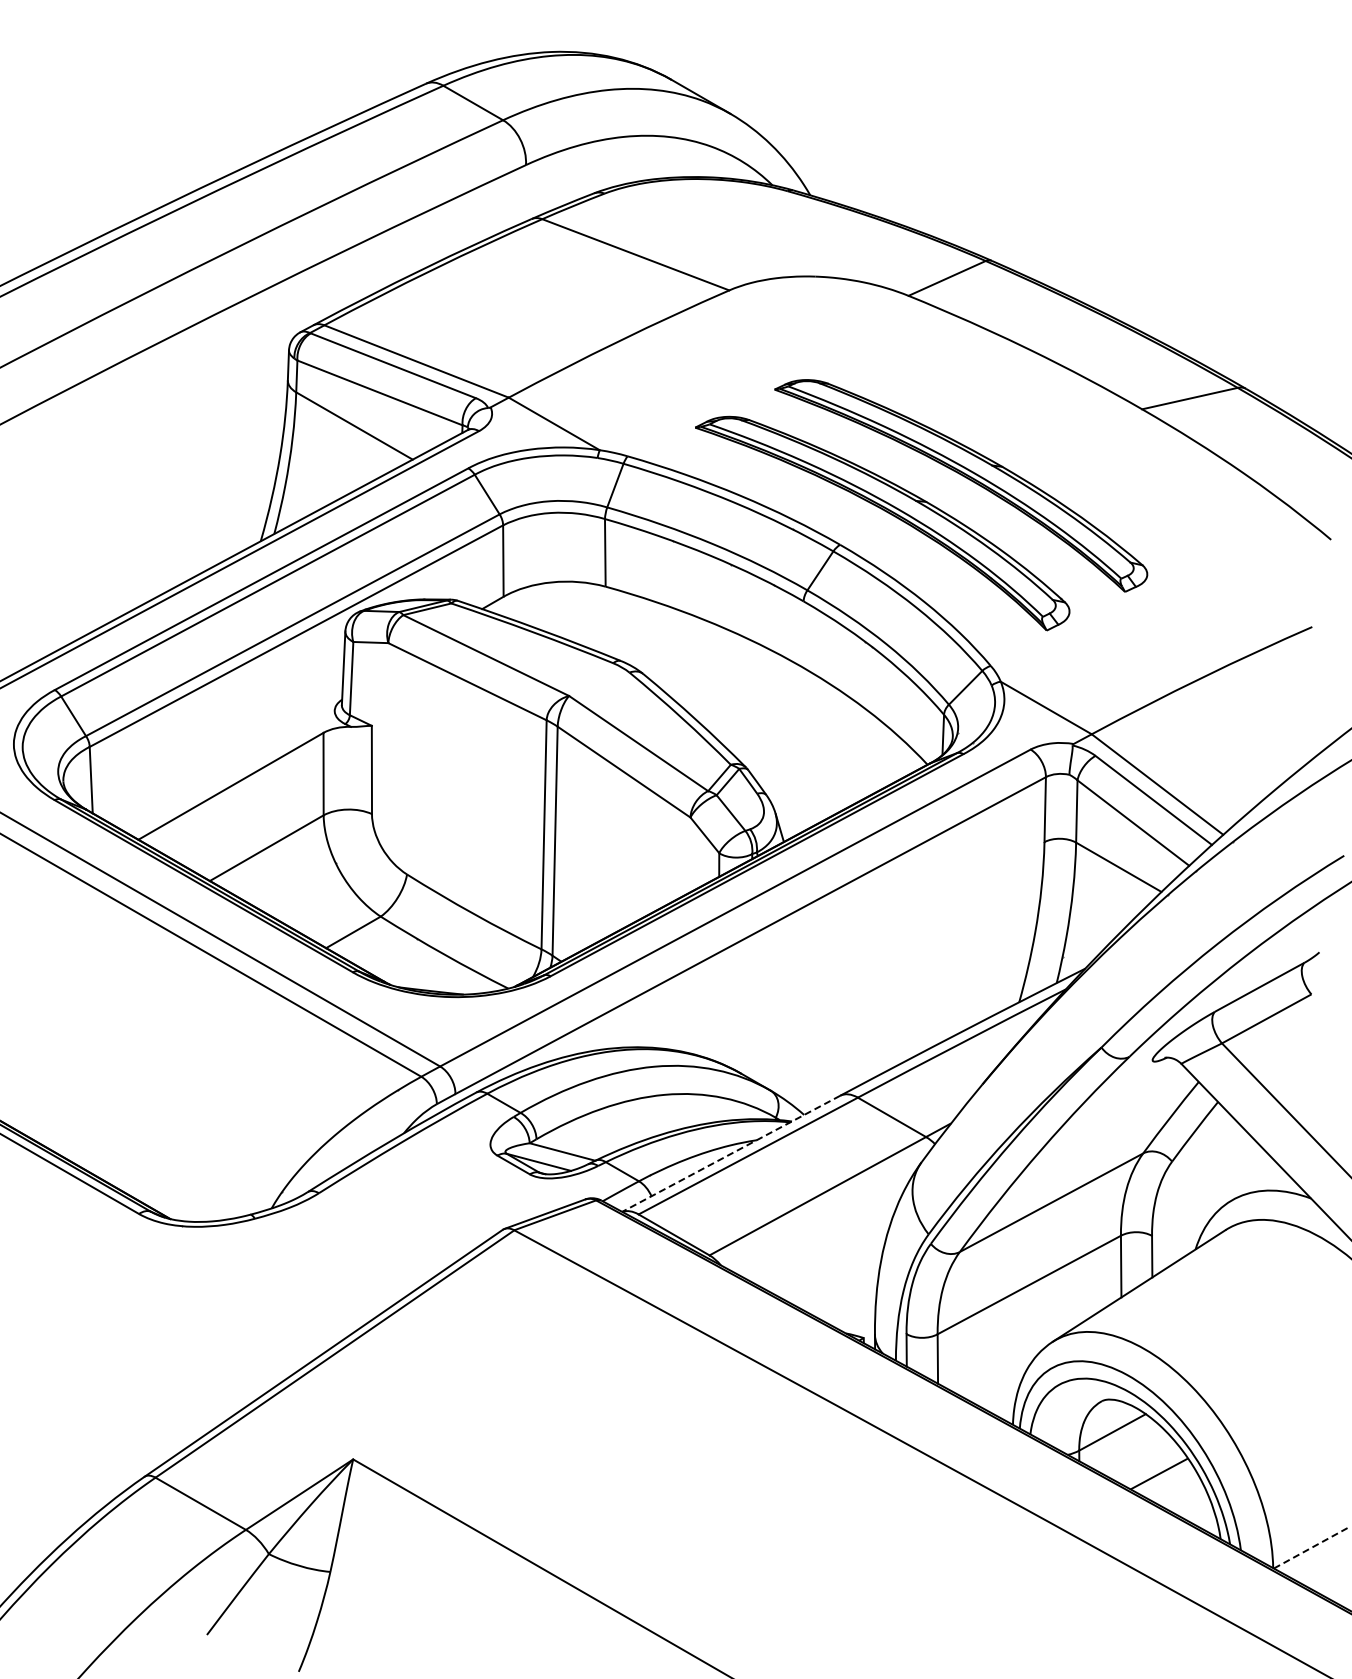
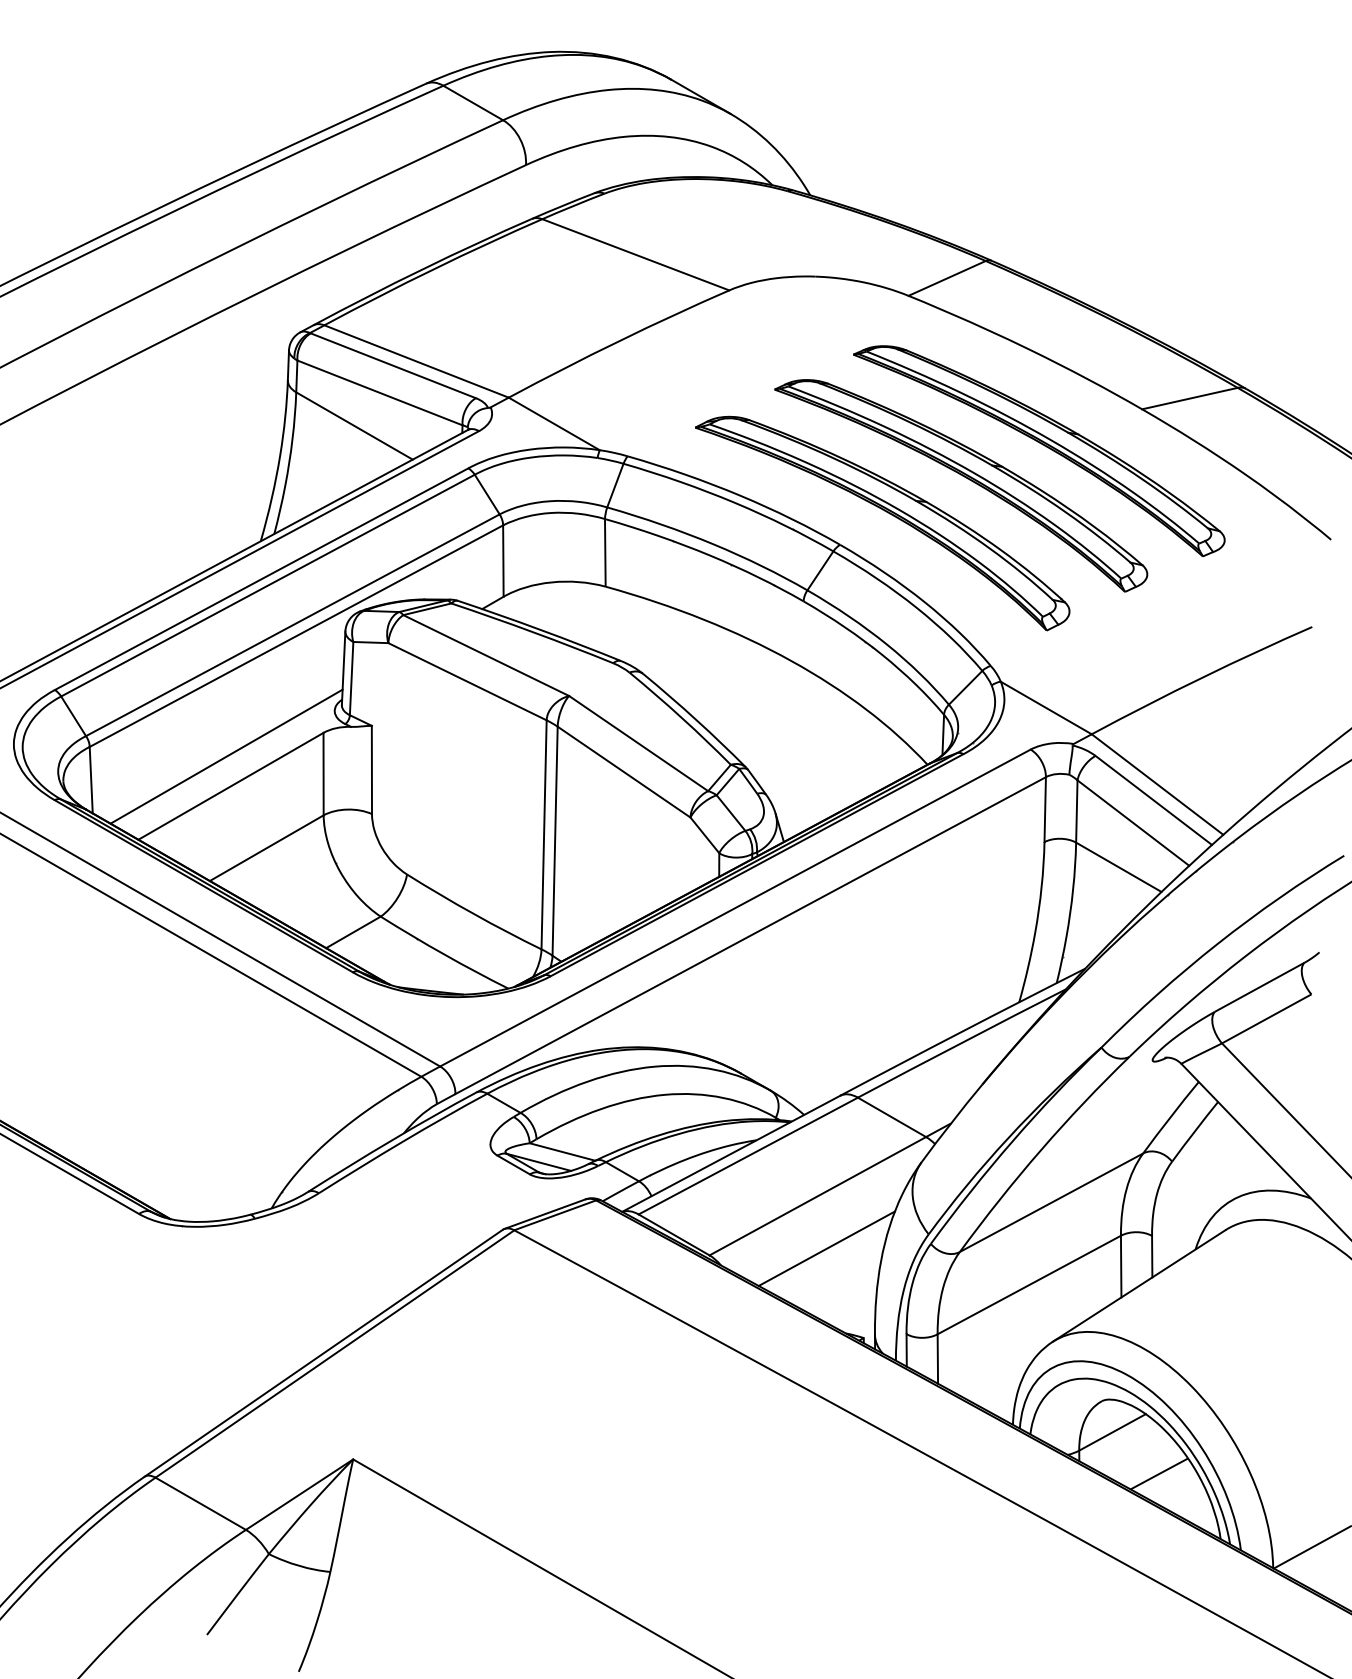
part at (1042, 445): none -> present
line at (226, 756): none -> present
line at (730, 1154): dashed -> solid
line at (826, 1248): none -> present
line at (1312, 1547): dashed -> solid
